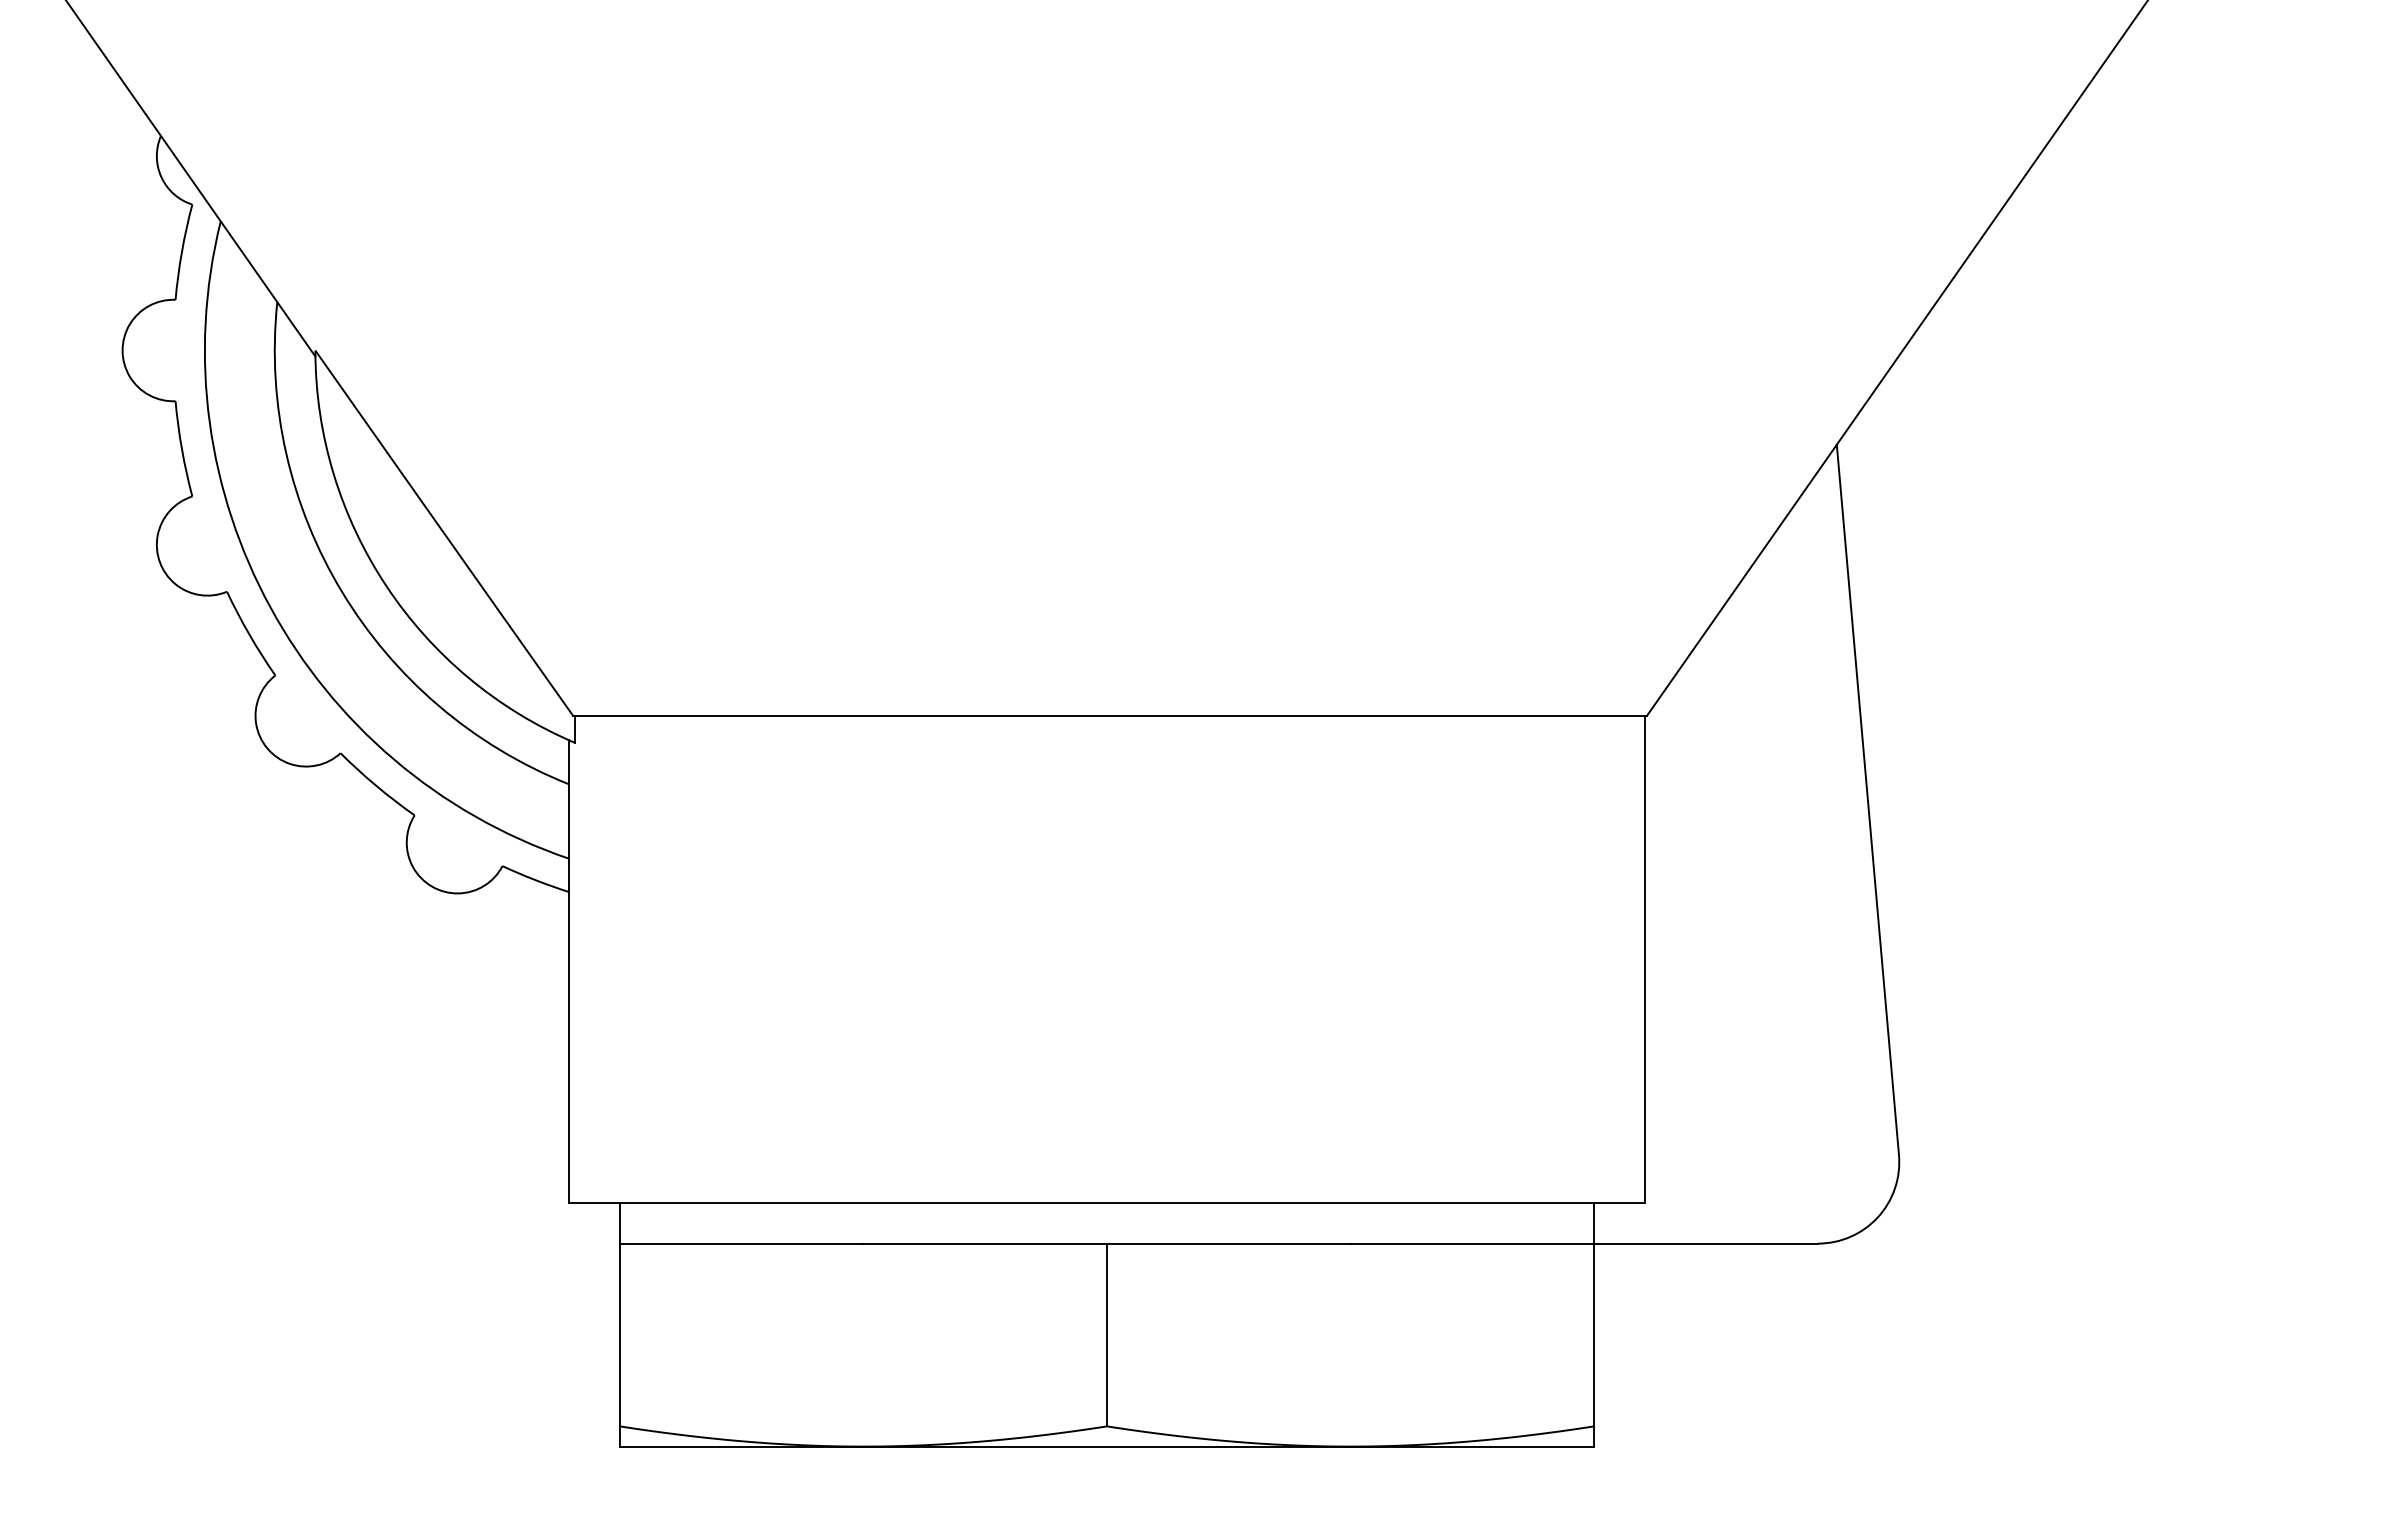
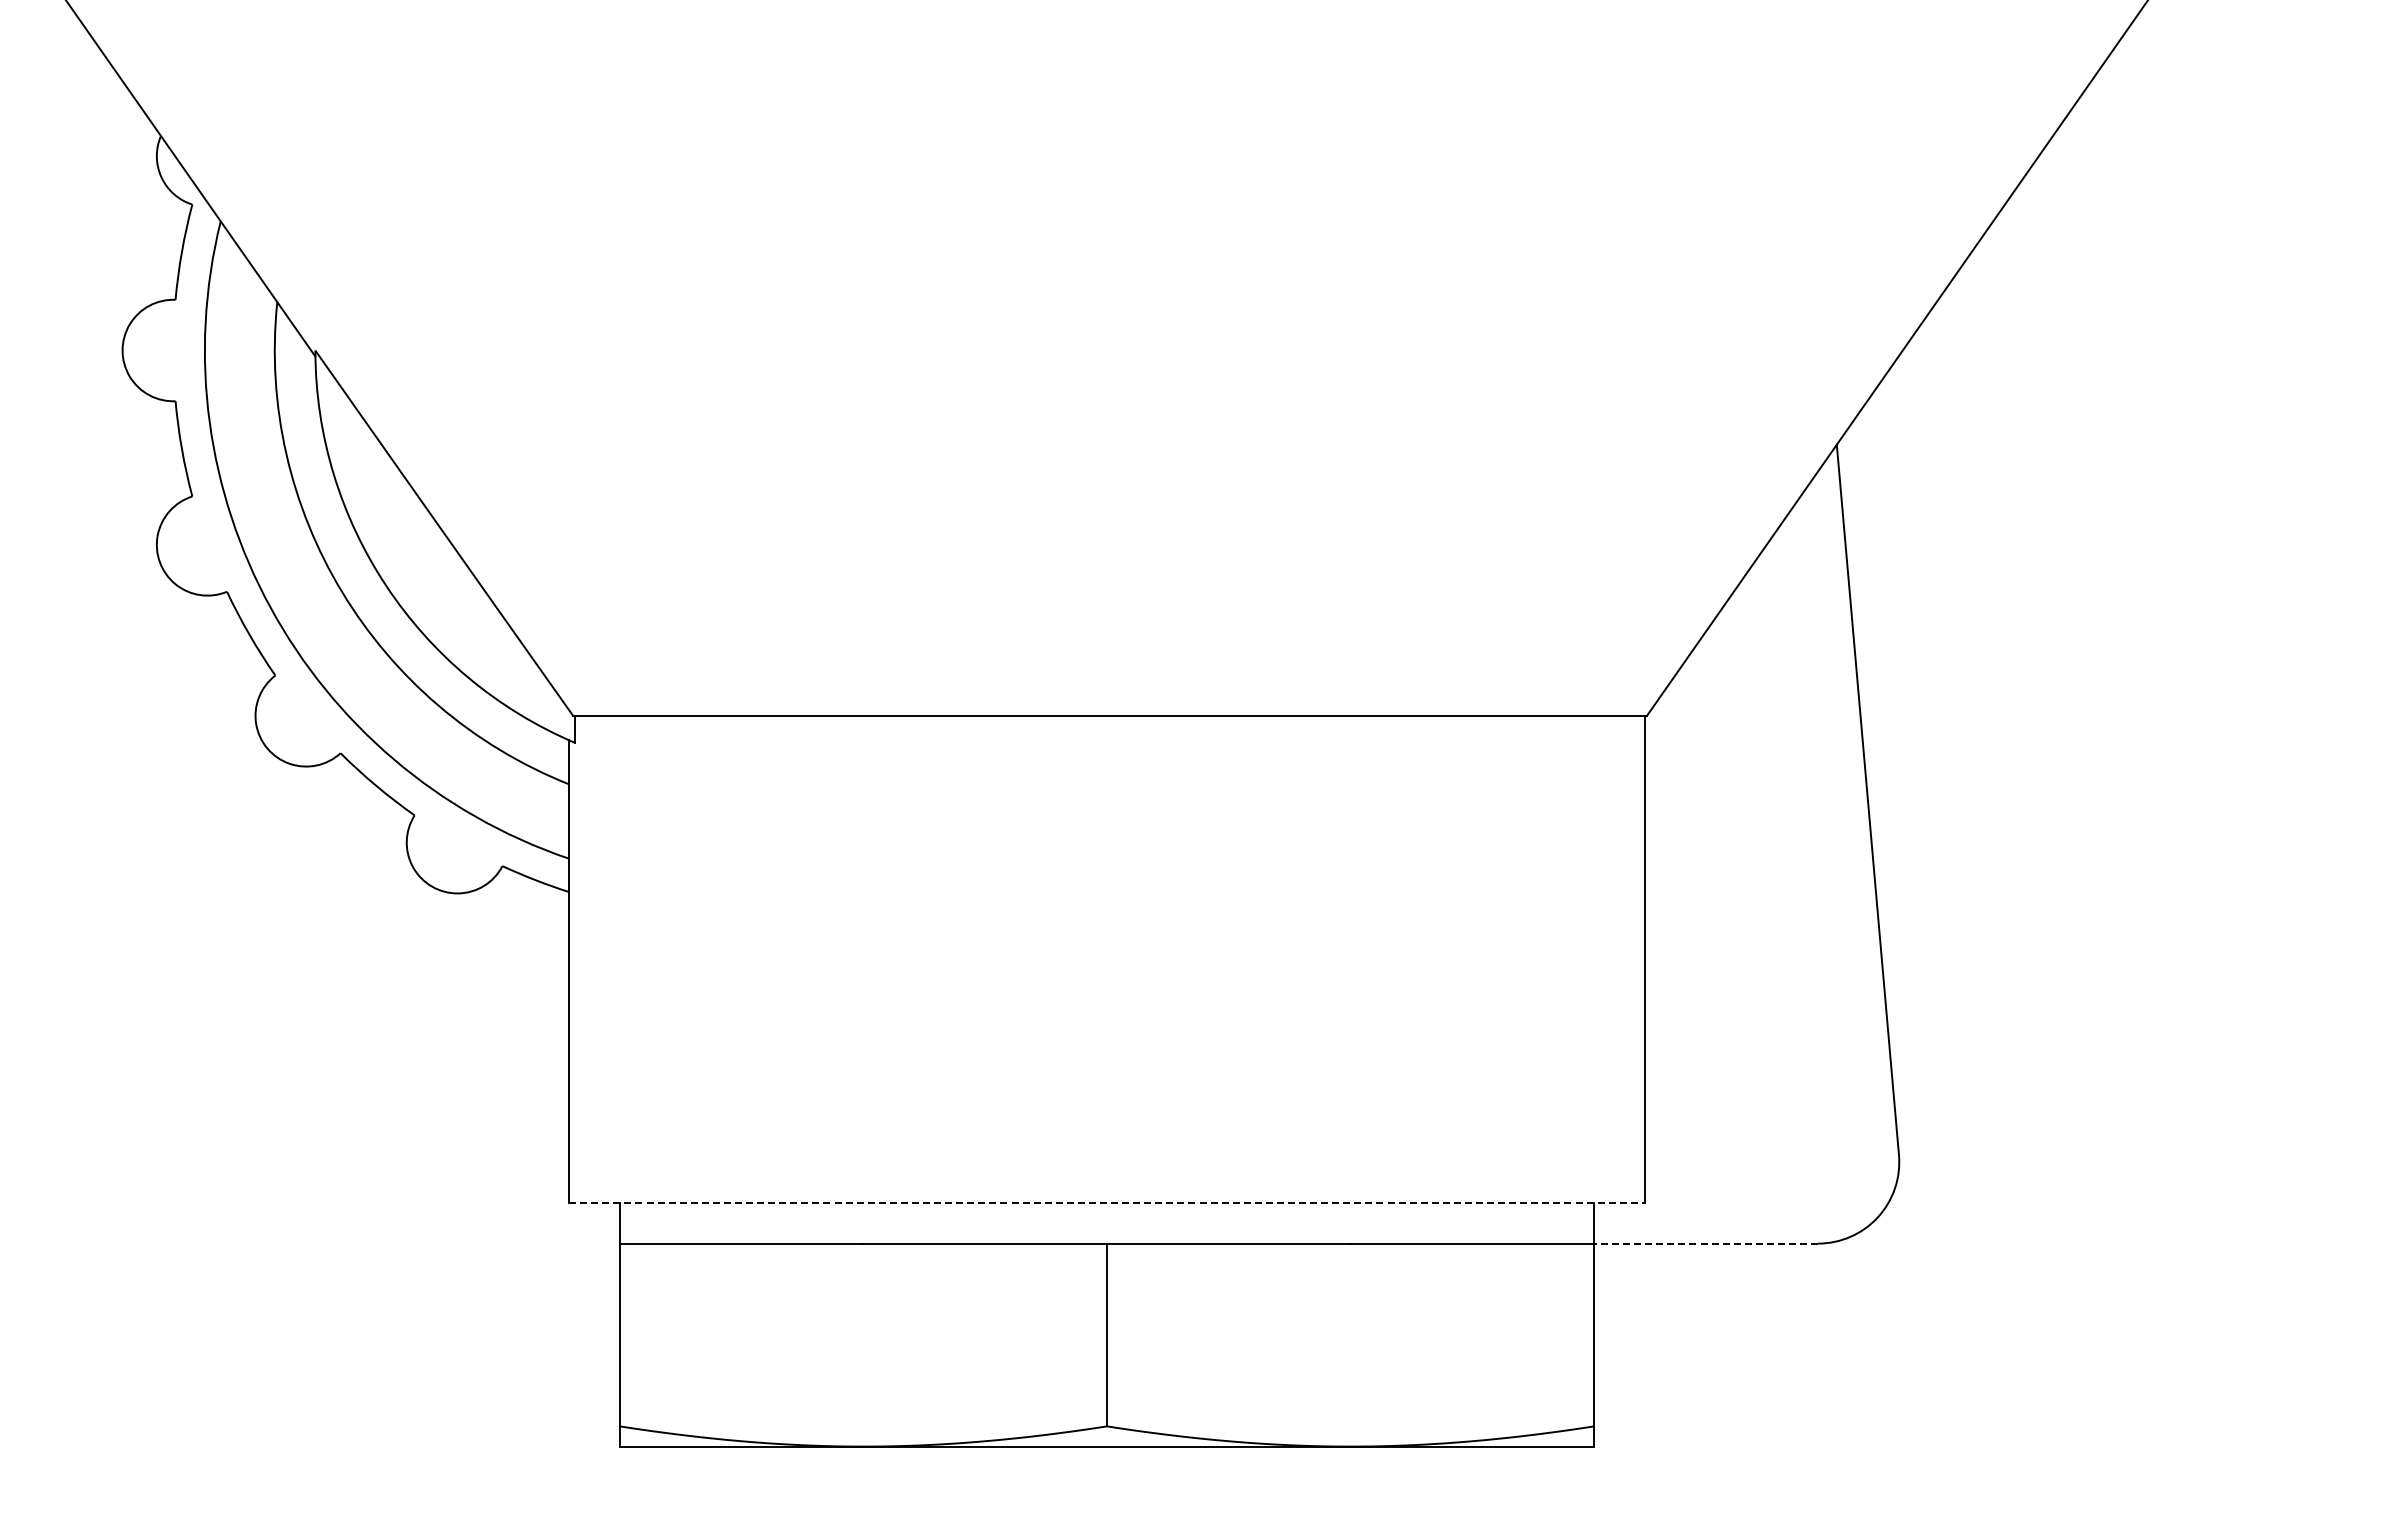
line at (1107, 1203): solid -> dashed
line at (1706, 1243): solid -> dashed
